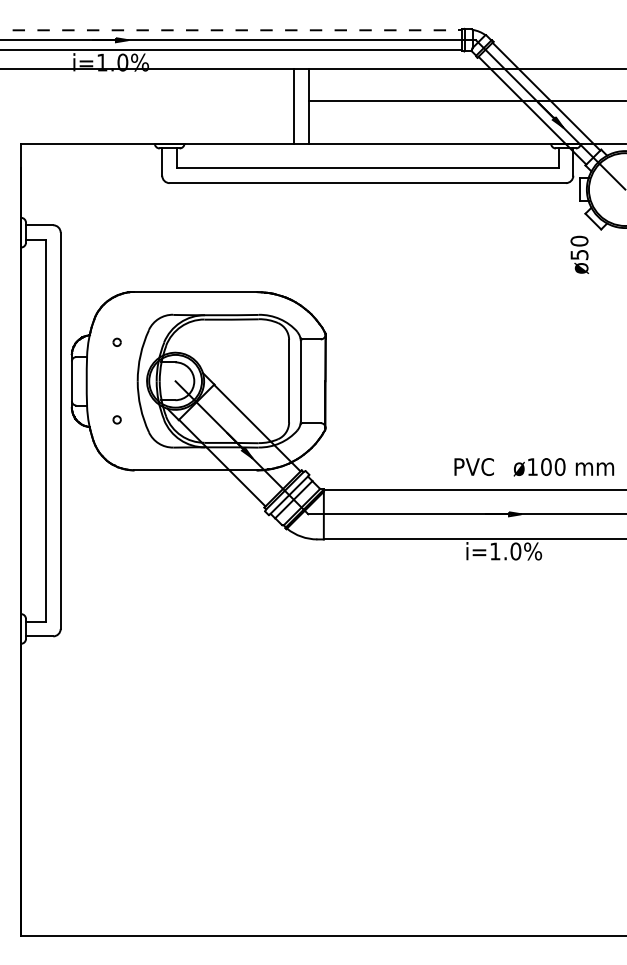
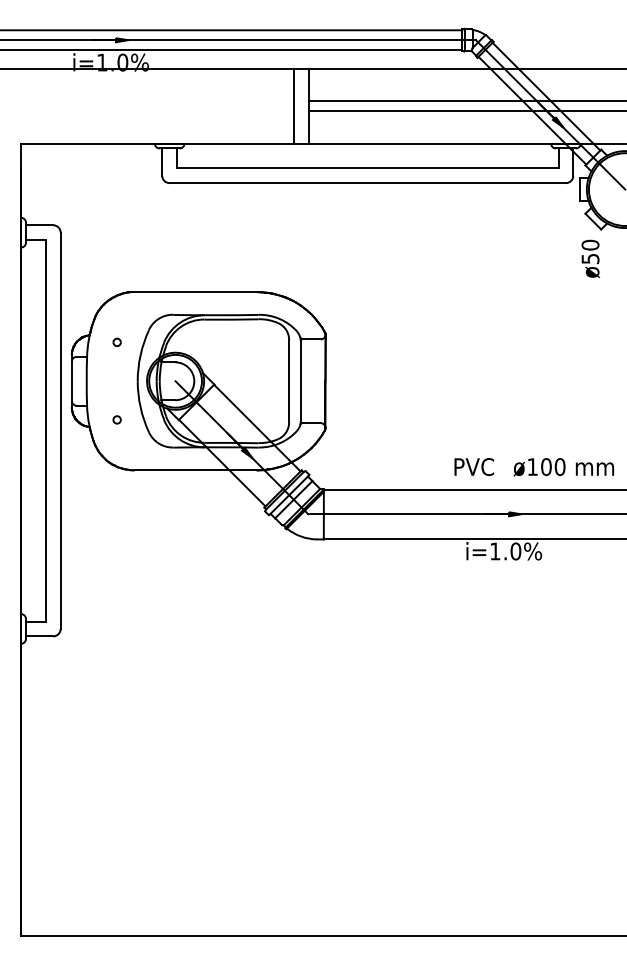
line at (231, 30): dashed -> solid
line at (465, 111): none -> present
text at (579, 254) position: (579, 254) -> (590, 258)
